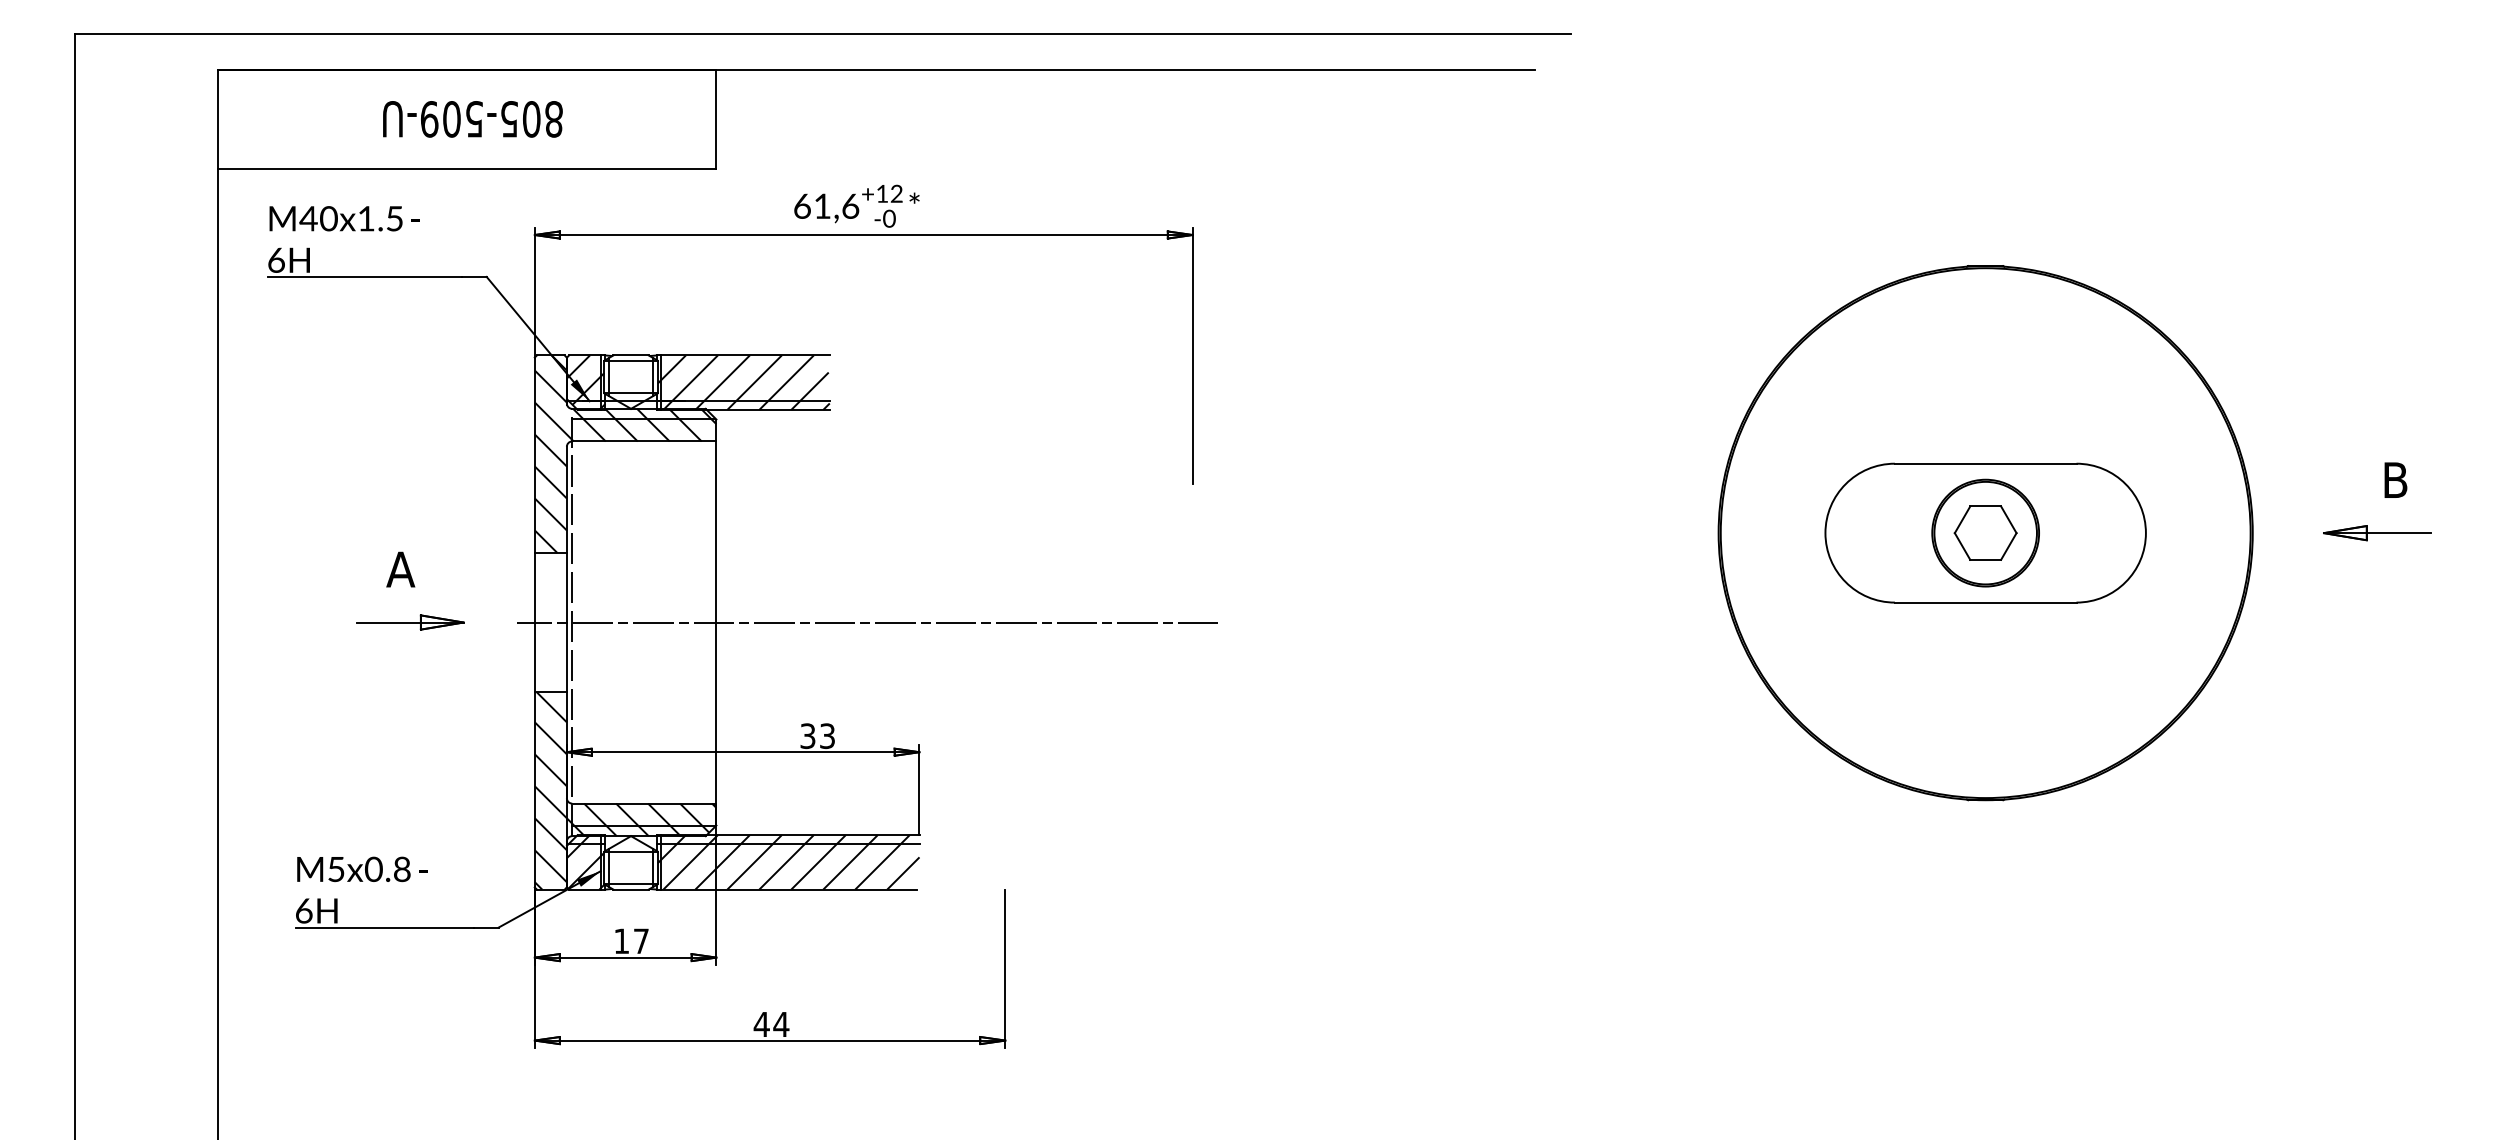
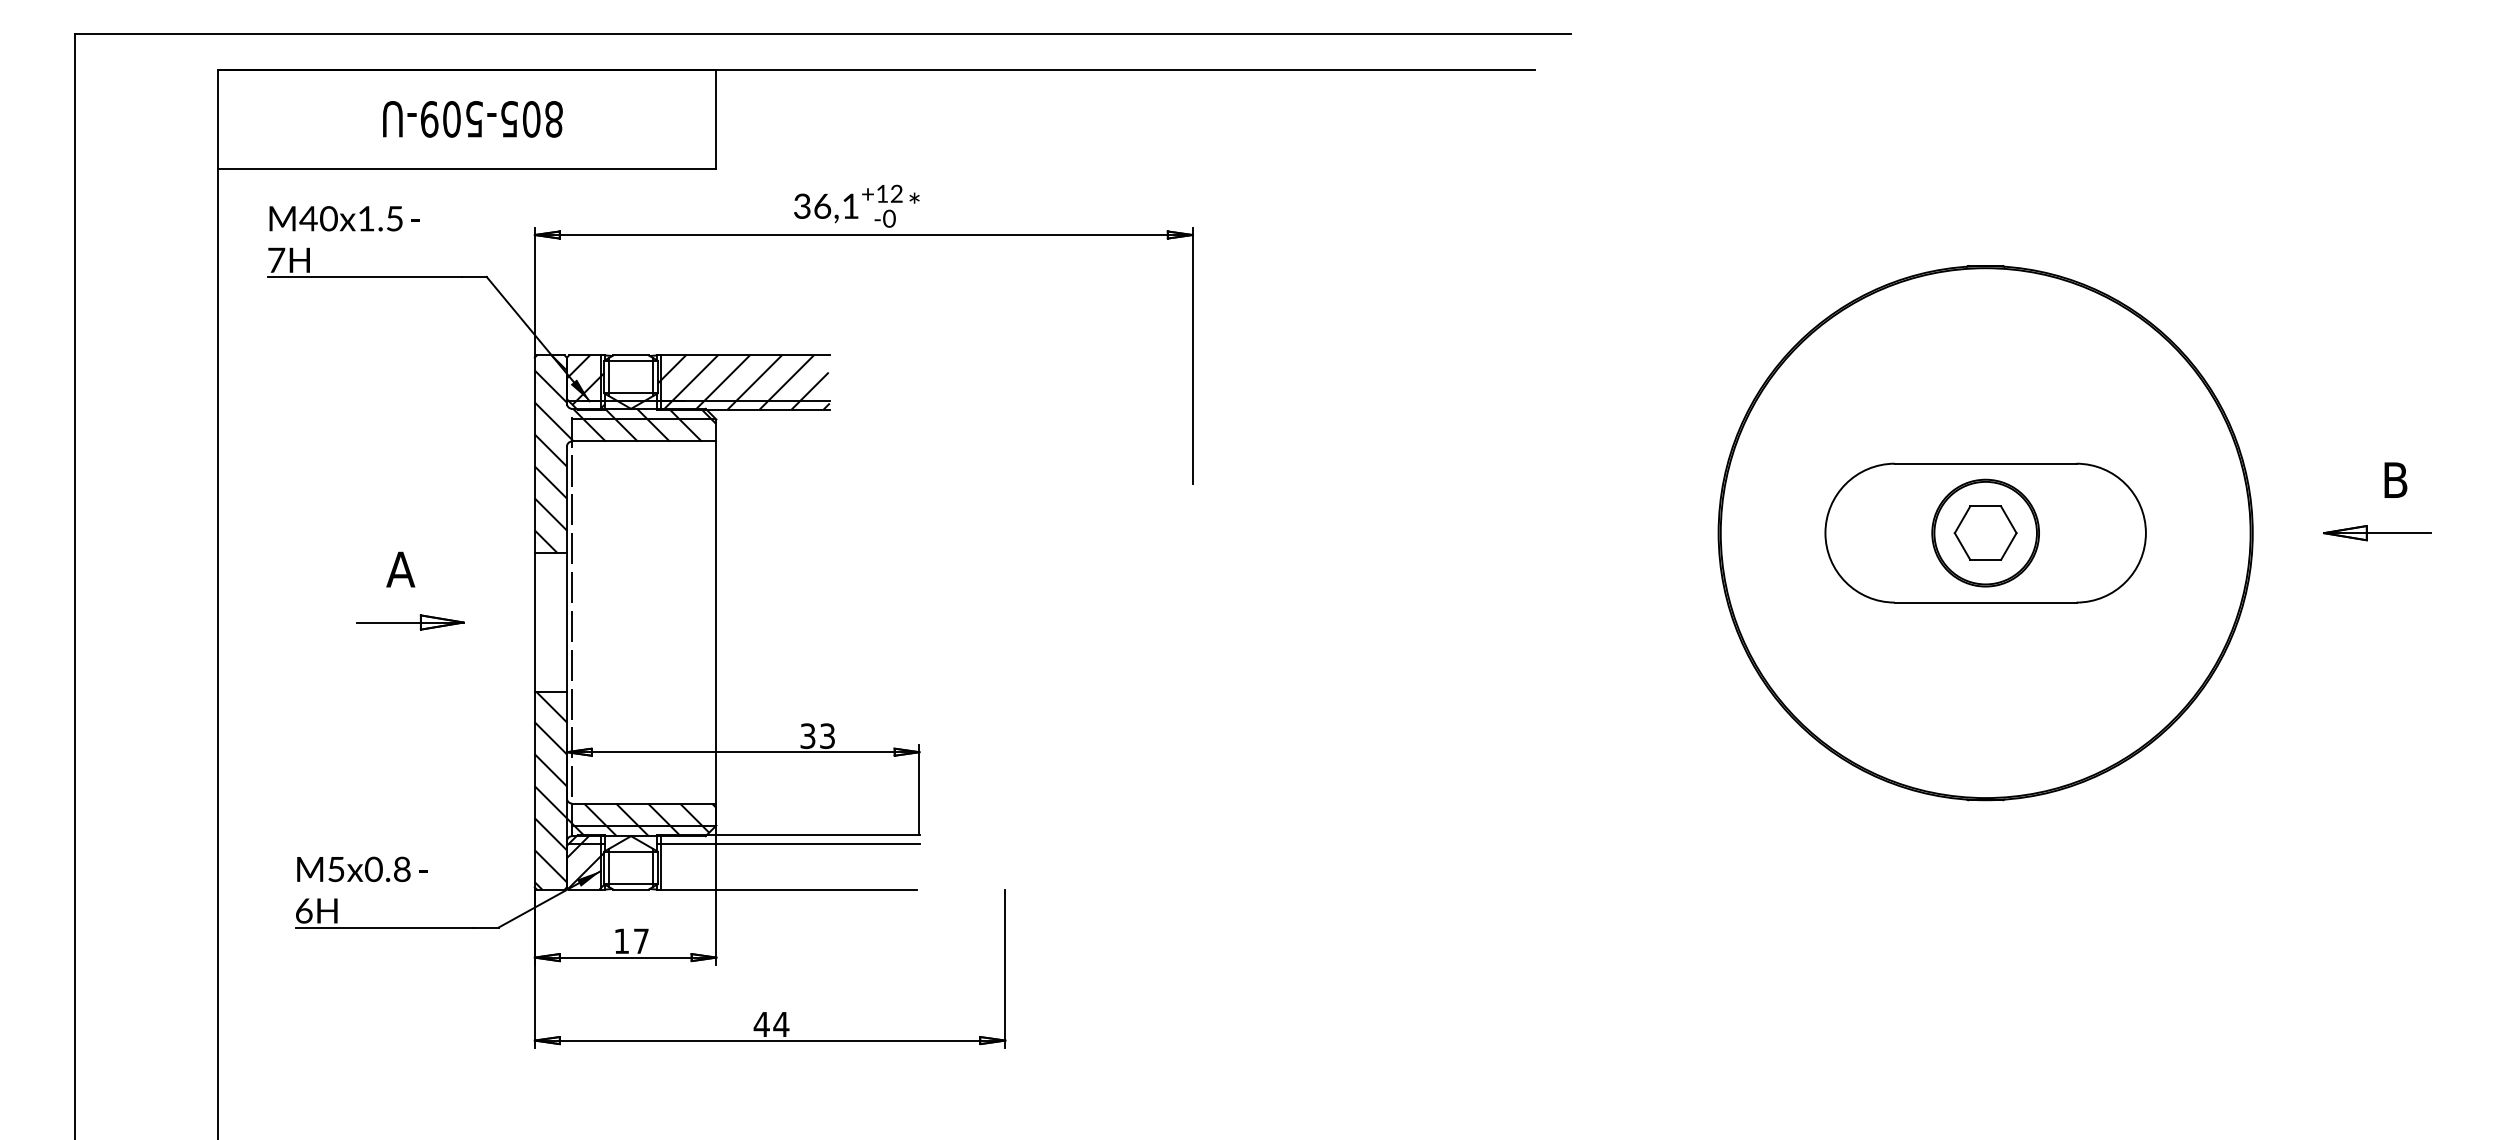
text at (826, 205): 61,6 -> 36,1
text at (276, 259): 6H -> 7H
line at (867, 622): present -> none
hatch at (788, 862): present -> none
